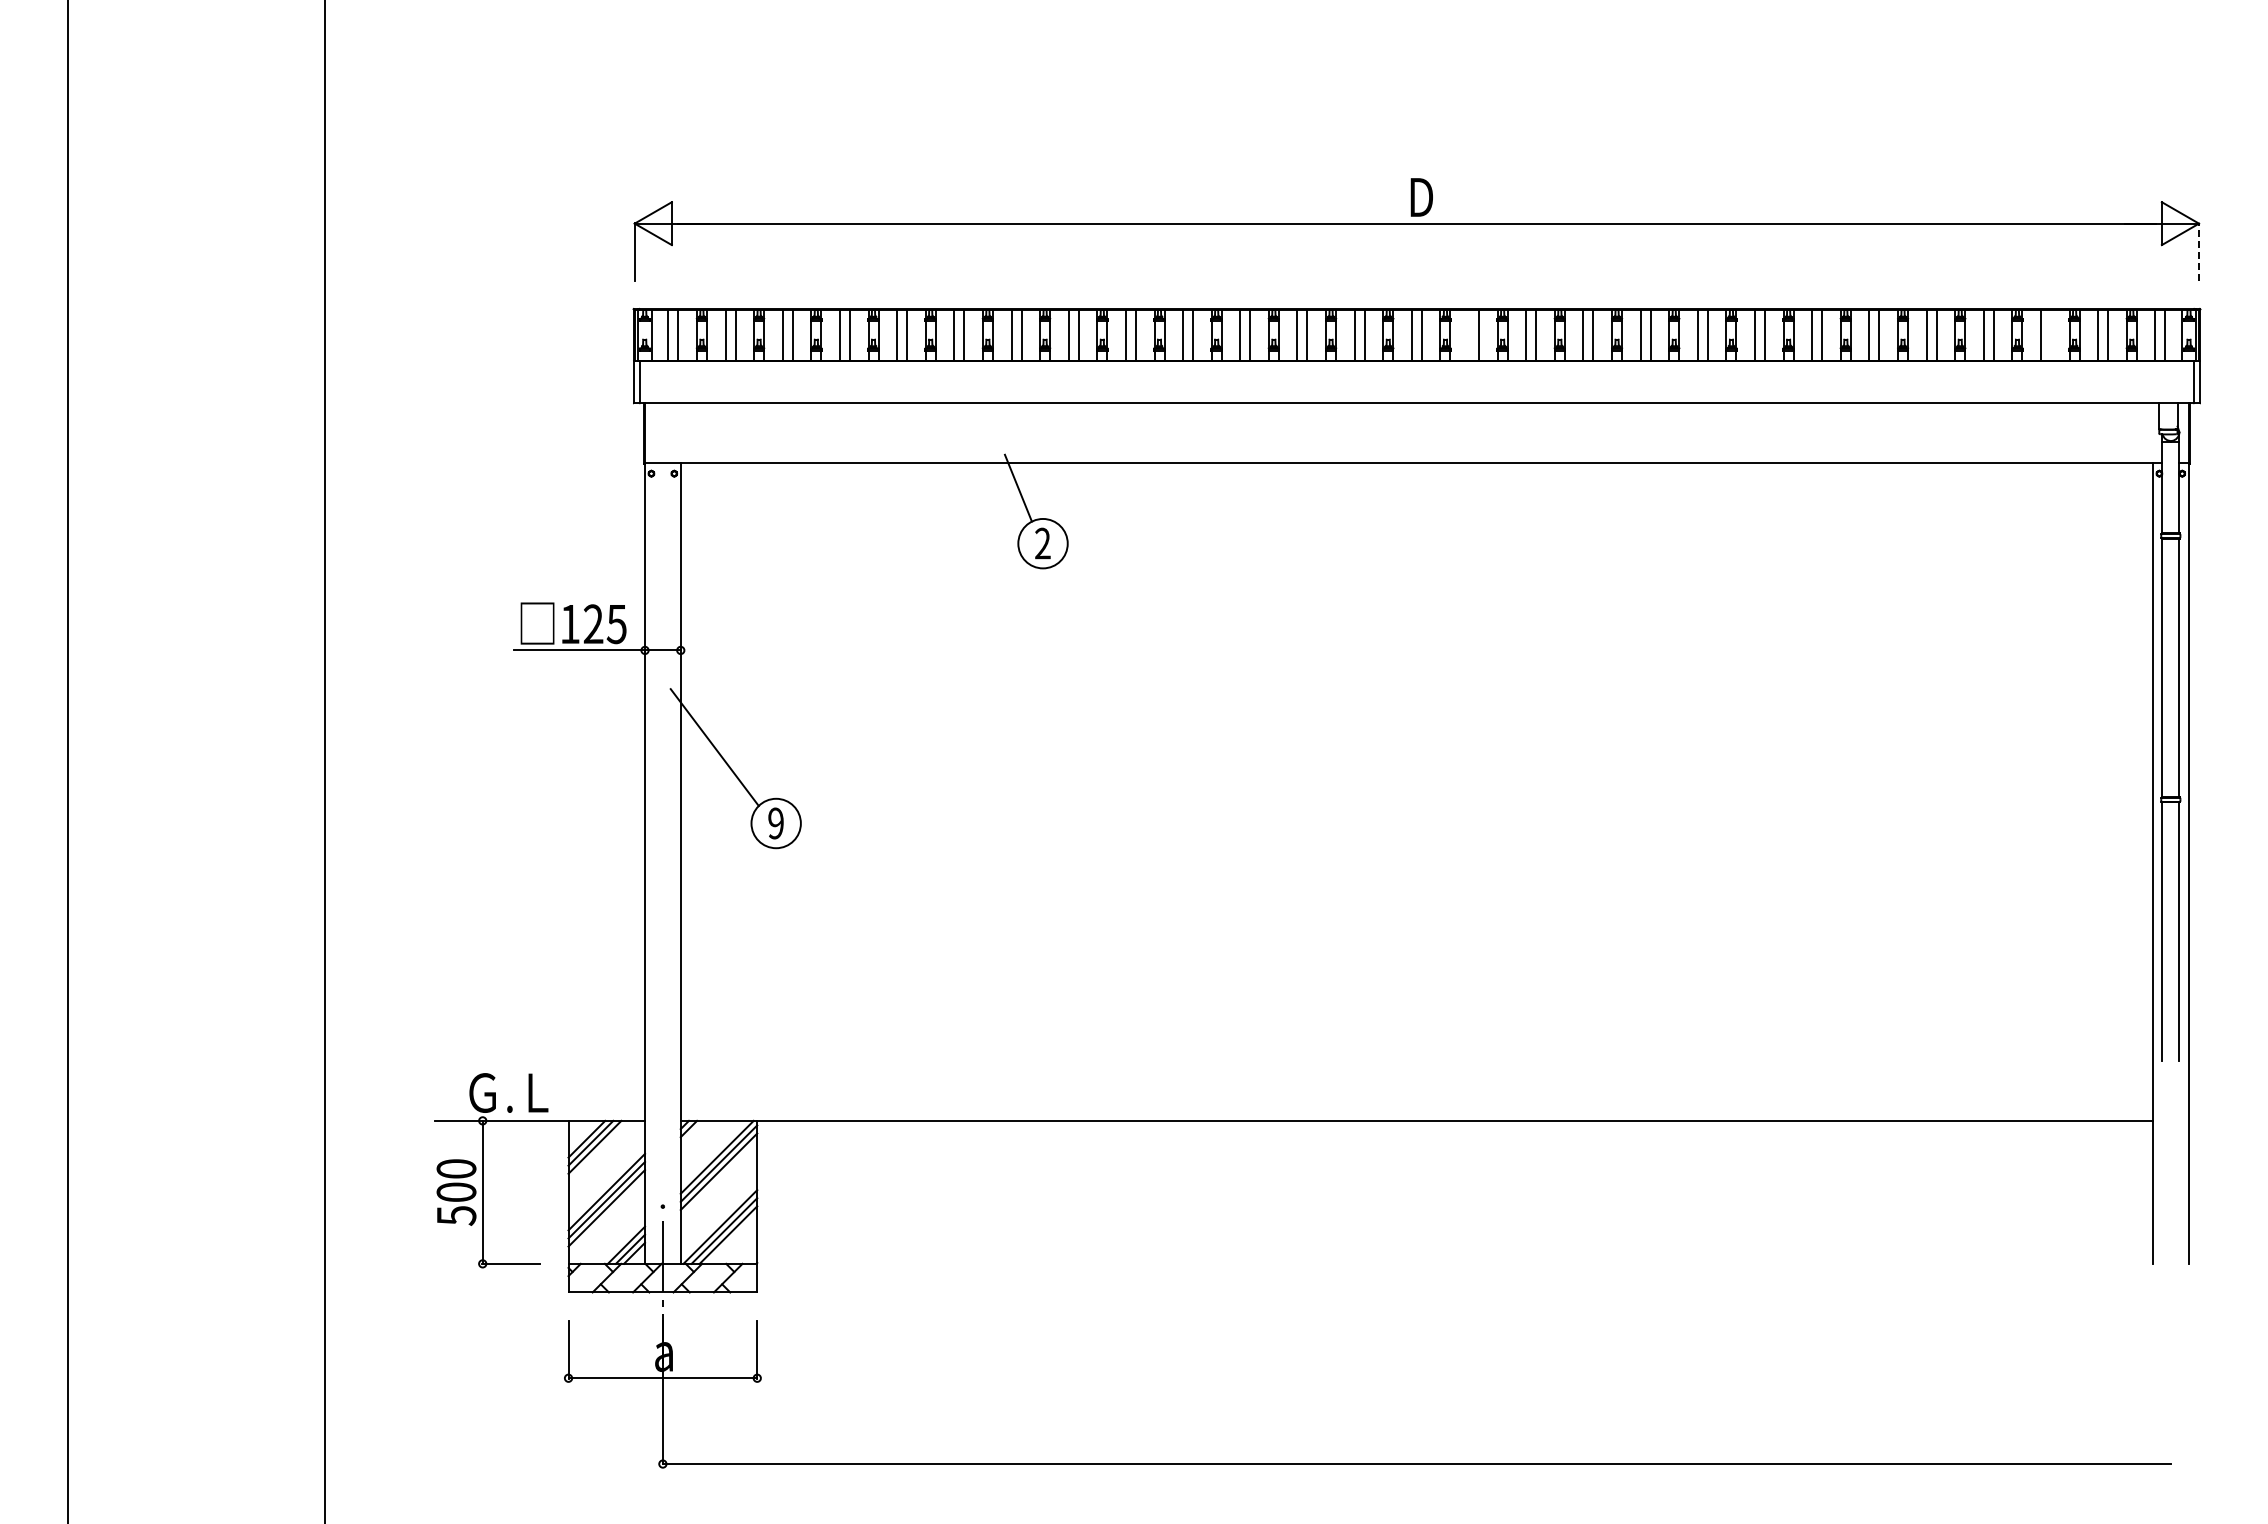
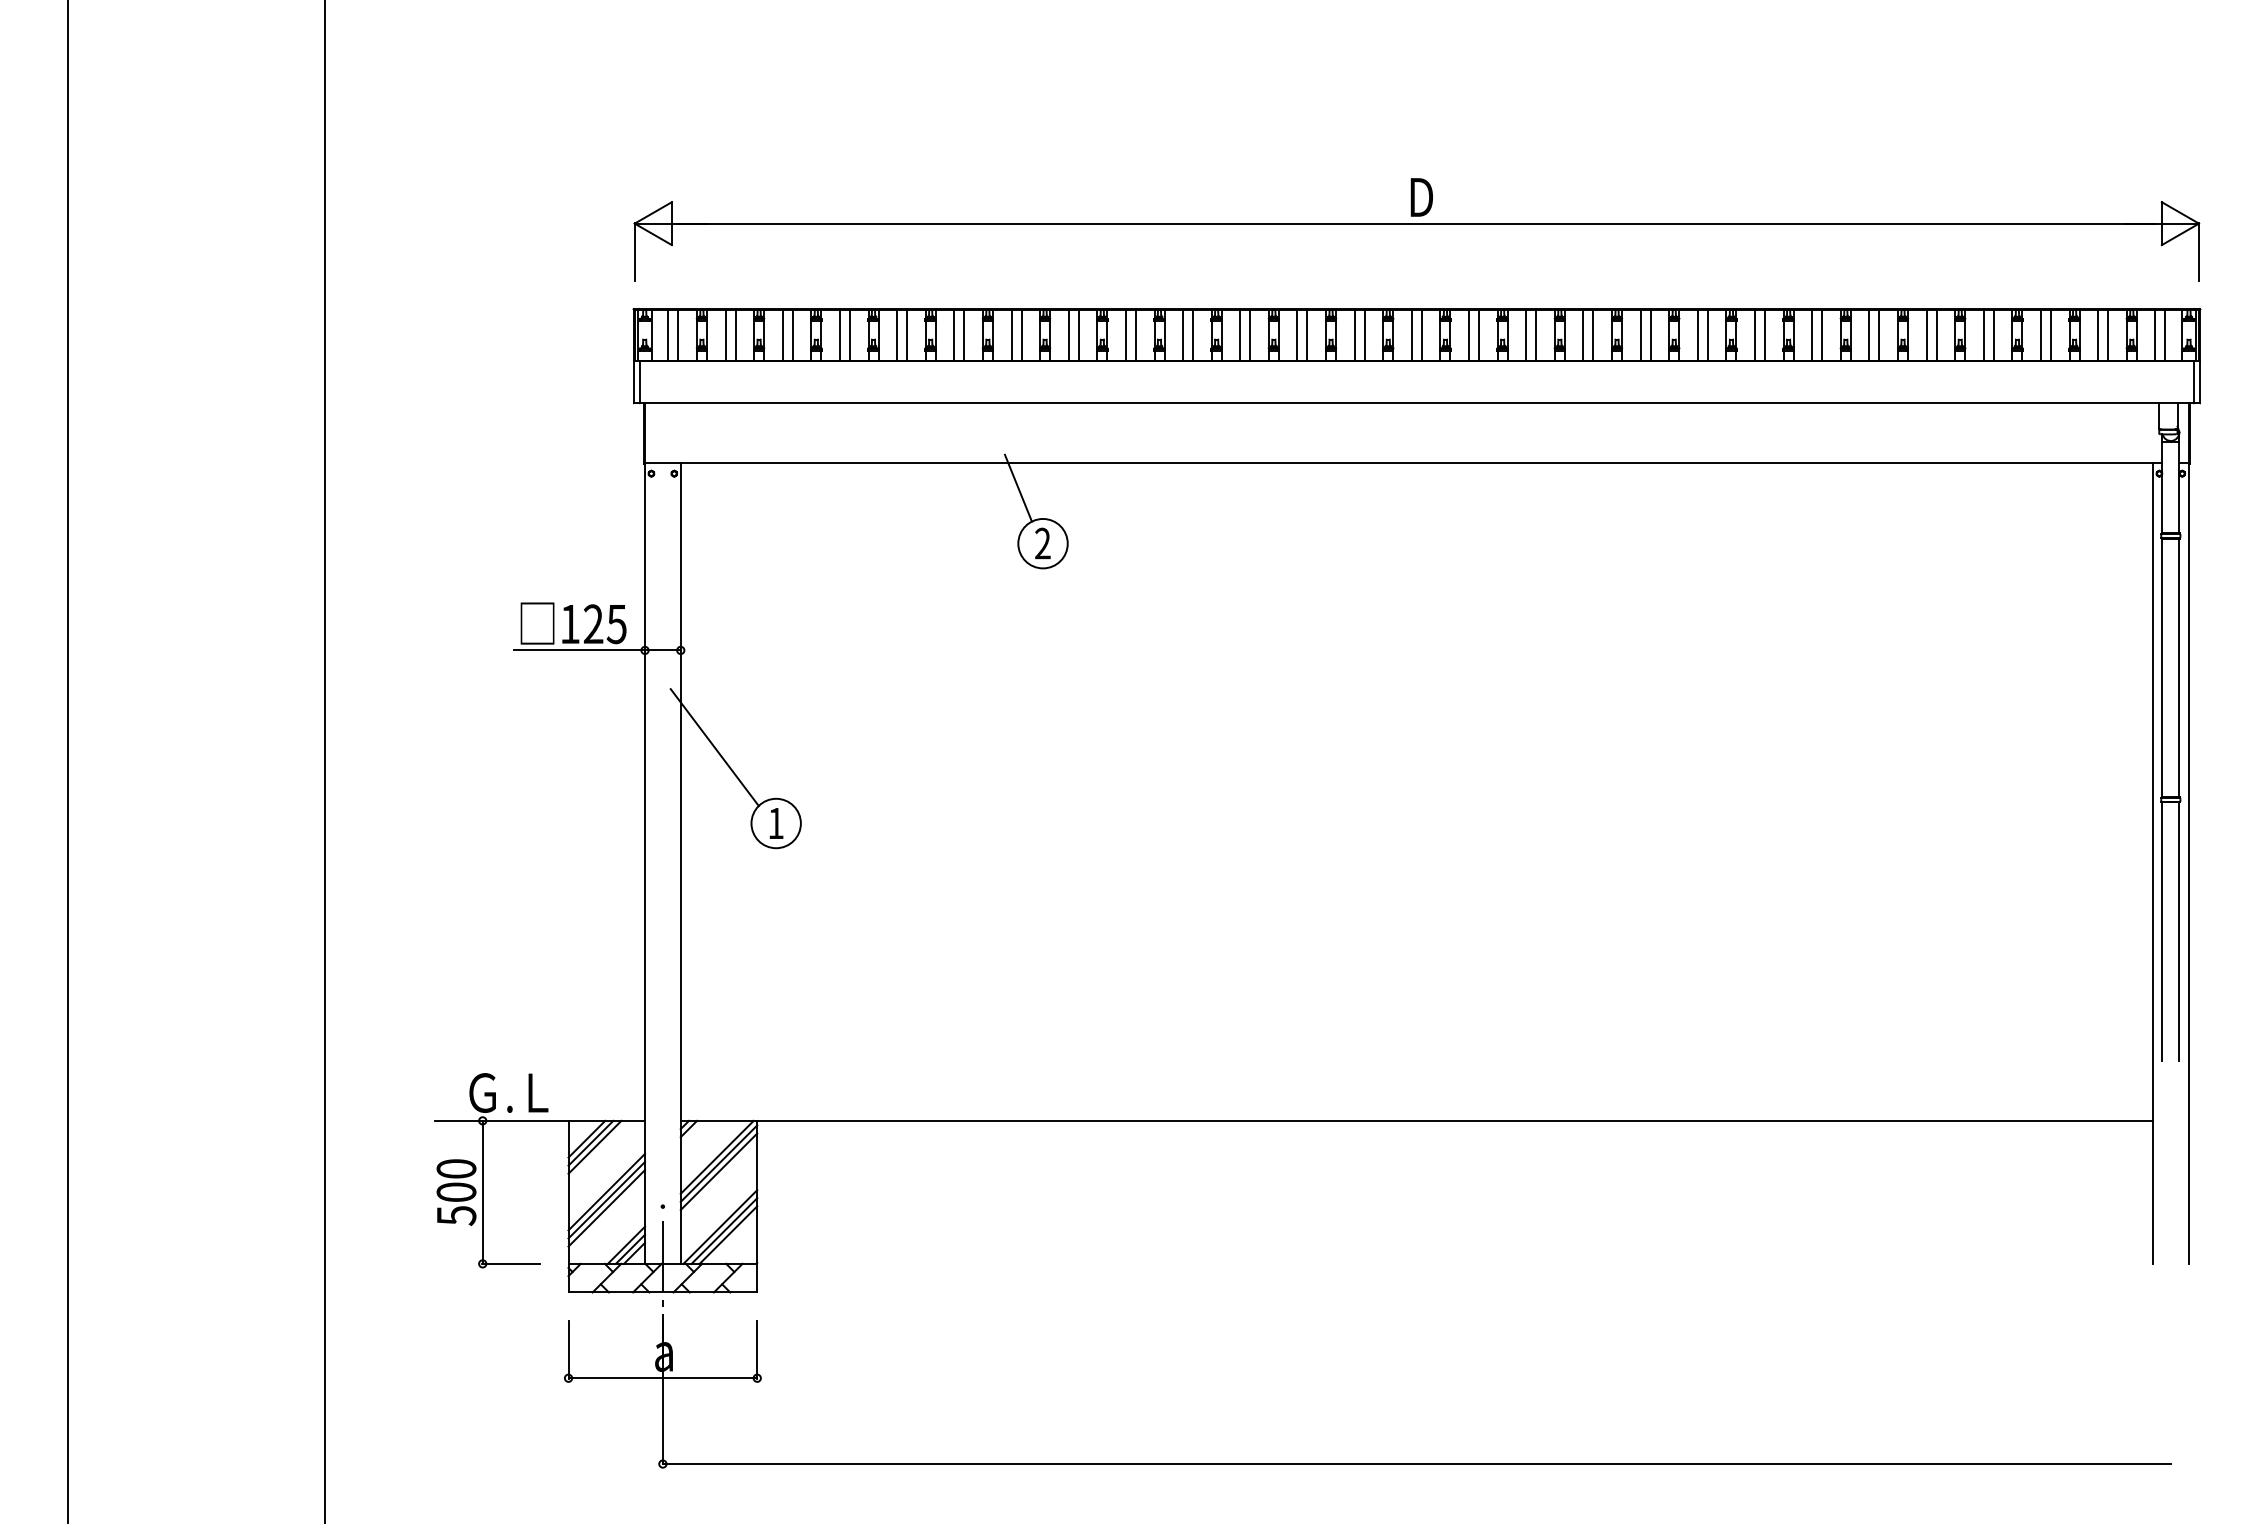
line at (2199, 252): dashed -> solid
line at (1469, 335): none -> present
line at (2051, 335): none -> present
text at (775, 823): 9 -> 1
